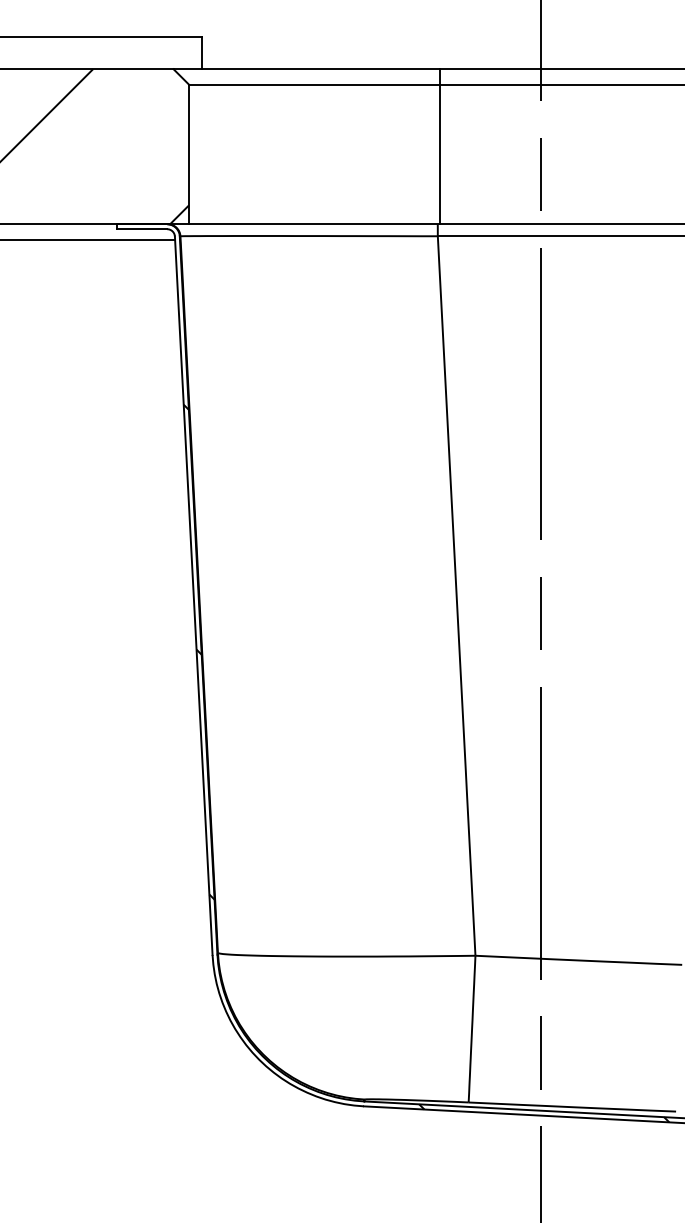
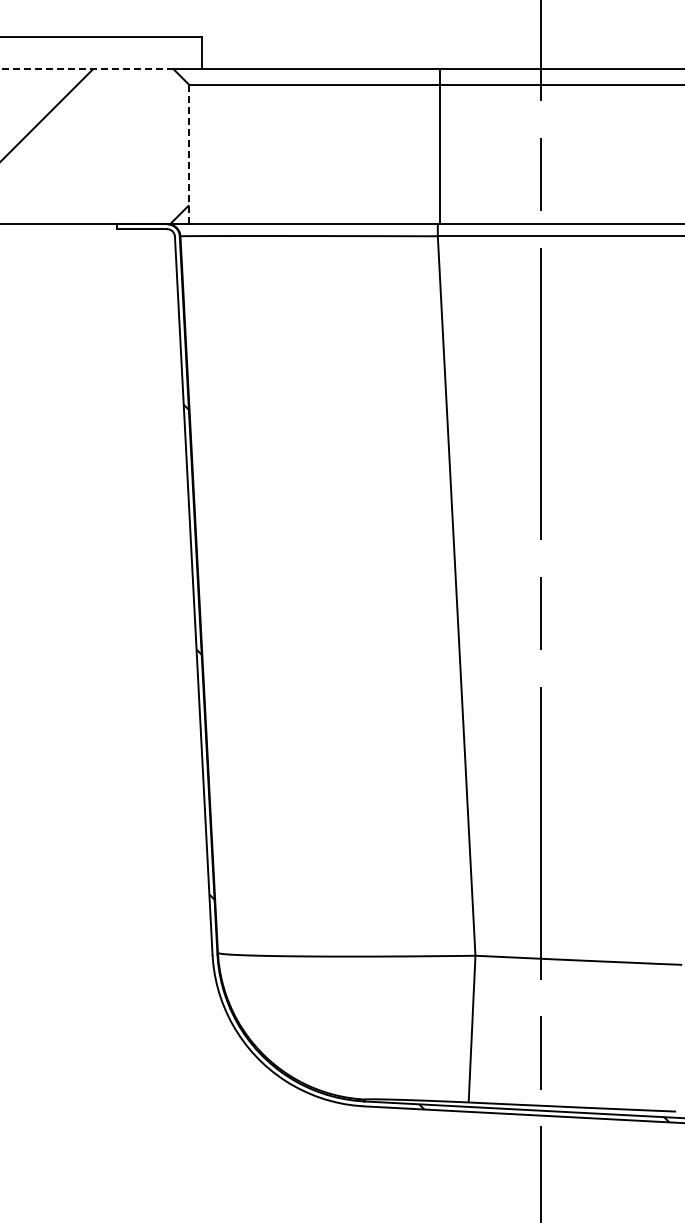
line at (86, 69): solid -> dashed
line at (189, 154): solid -> dashed
line at (88, 239): present -> none
